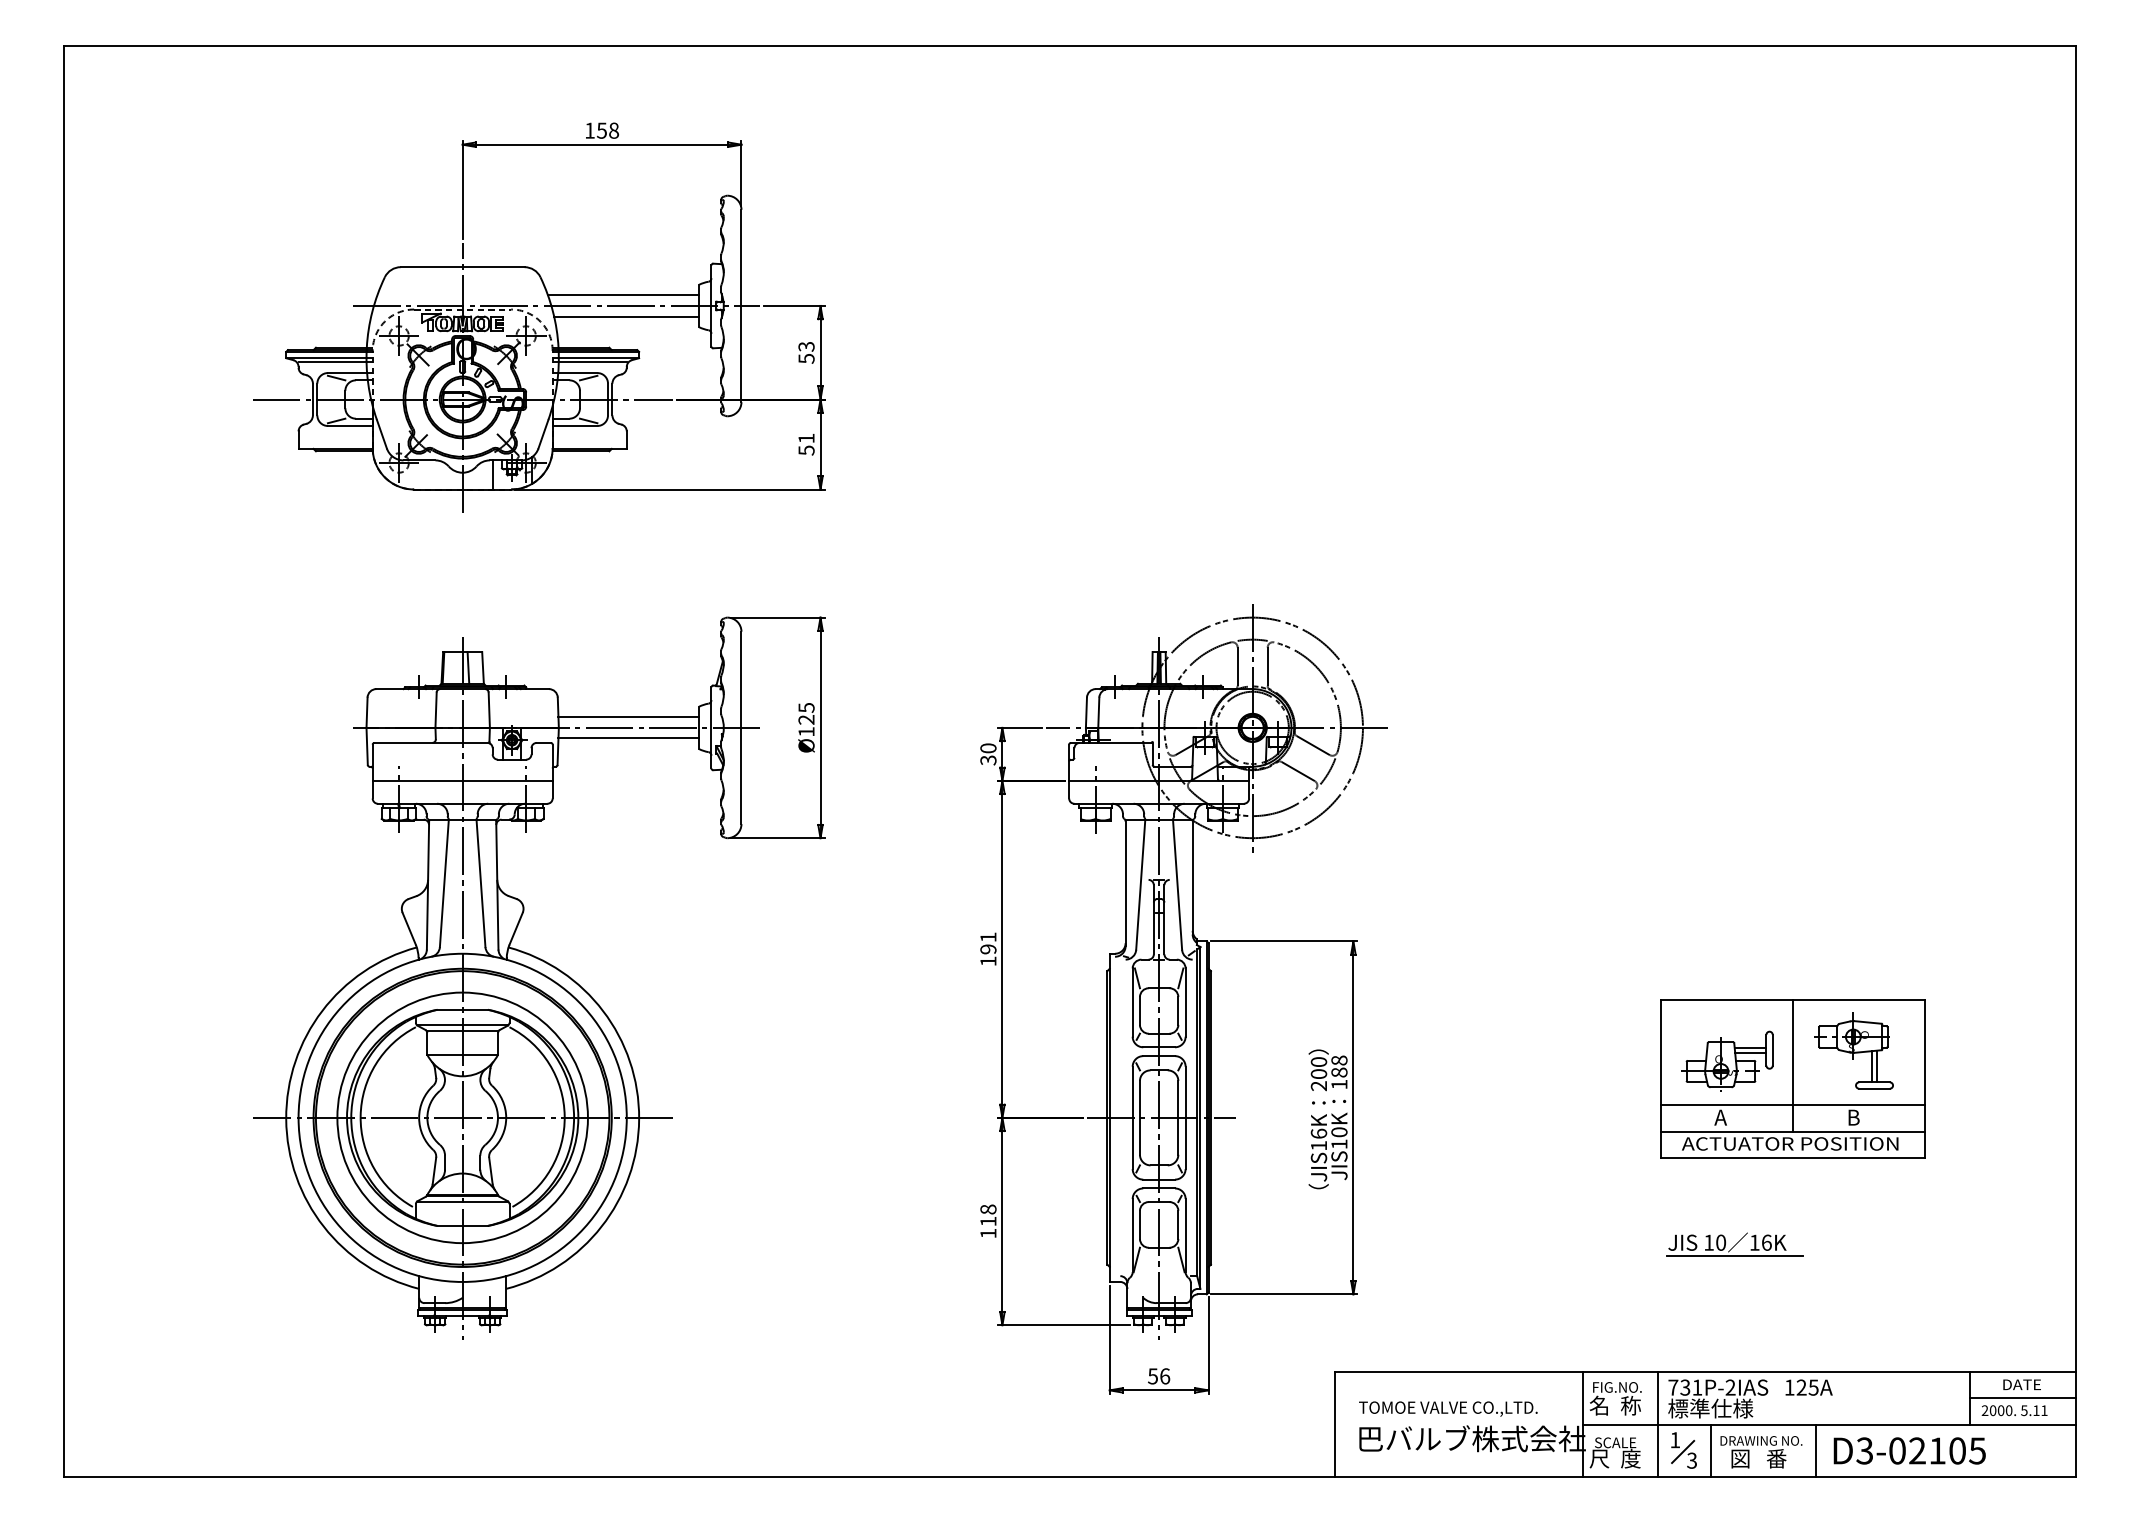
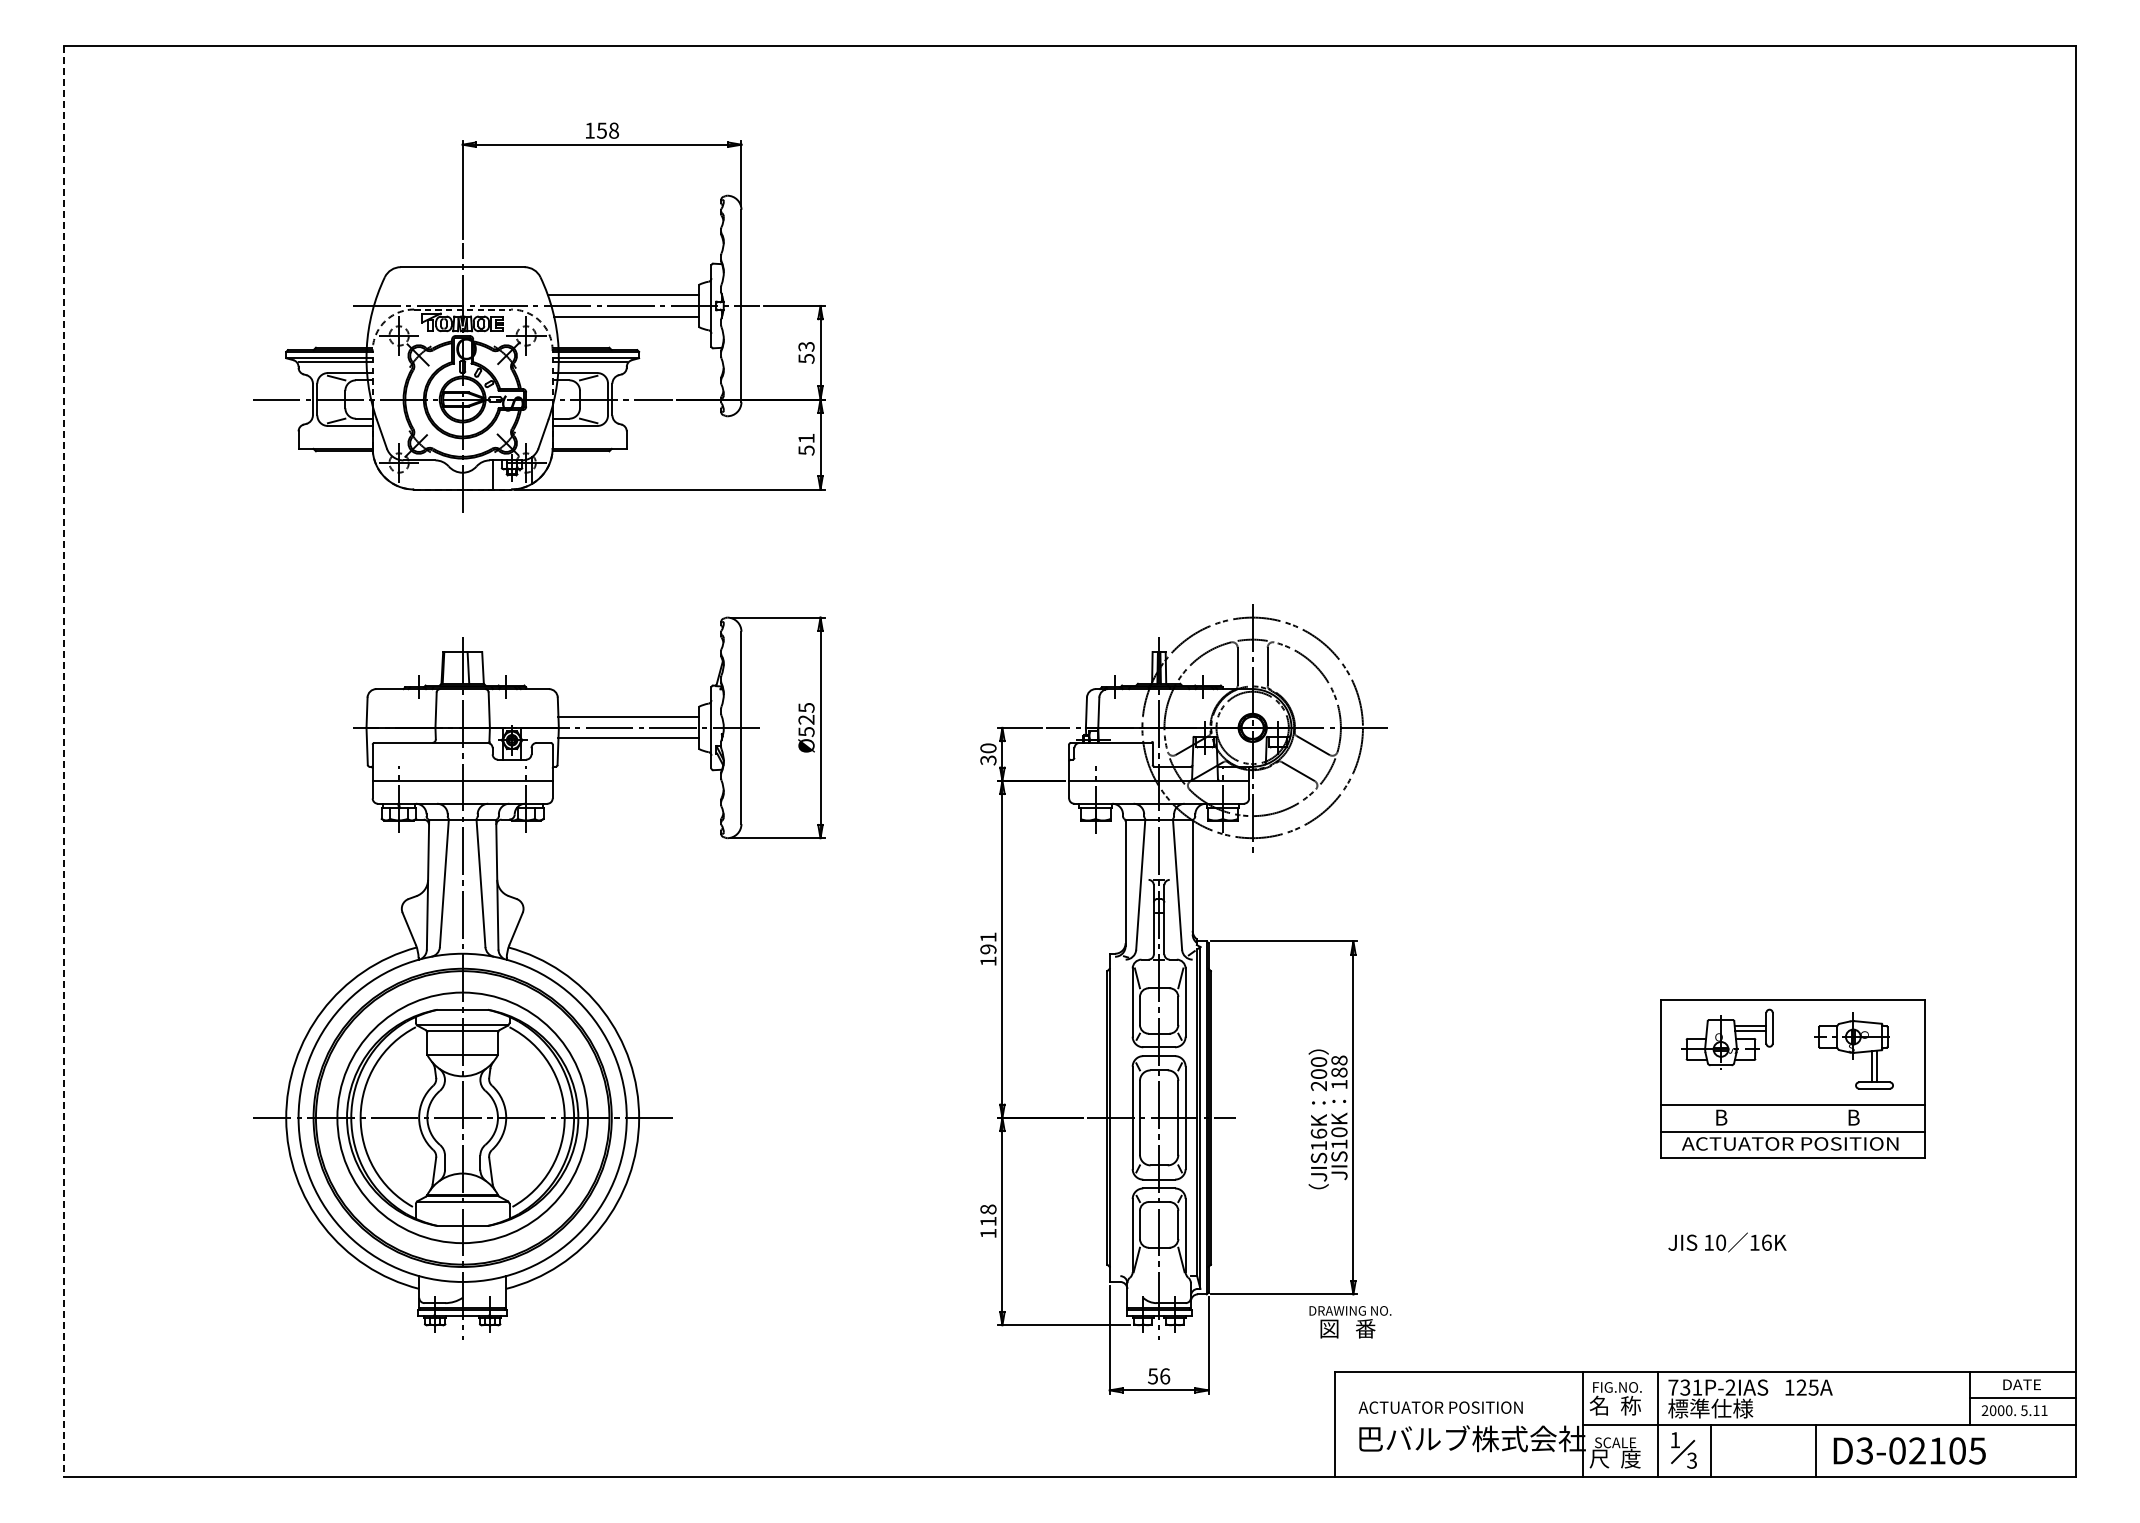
text at (806, 732): Ø125 -> Ø525
line at (64, 761): solid -> dashed
part at (1727, 1060) position: (1727, 1060) -> (1727, 1038)
line at (1792, 1065): present -> none
text at (1720, 1117): A -> B
line at (1735, 1255): present -> none
text at (1447, 1408): TOMOE VALVE CO.,LTD. -> ACTUATOR POSITION
text at (1761, 1452) position: (1761, 1452) -> (1350, 1322)
